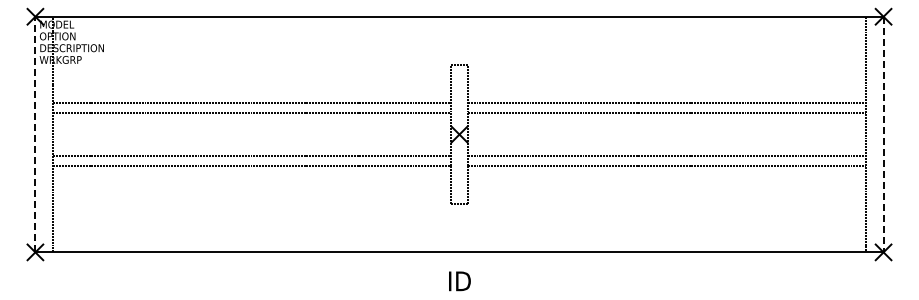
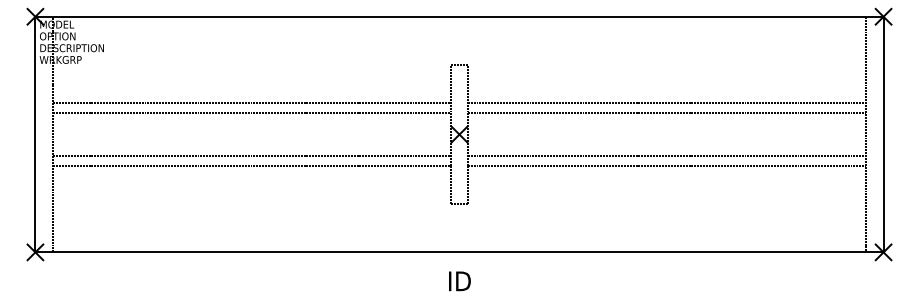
line at (35, 134): dashed -> solid
line at (883, 134): dashed -> solid
